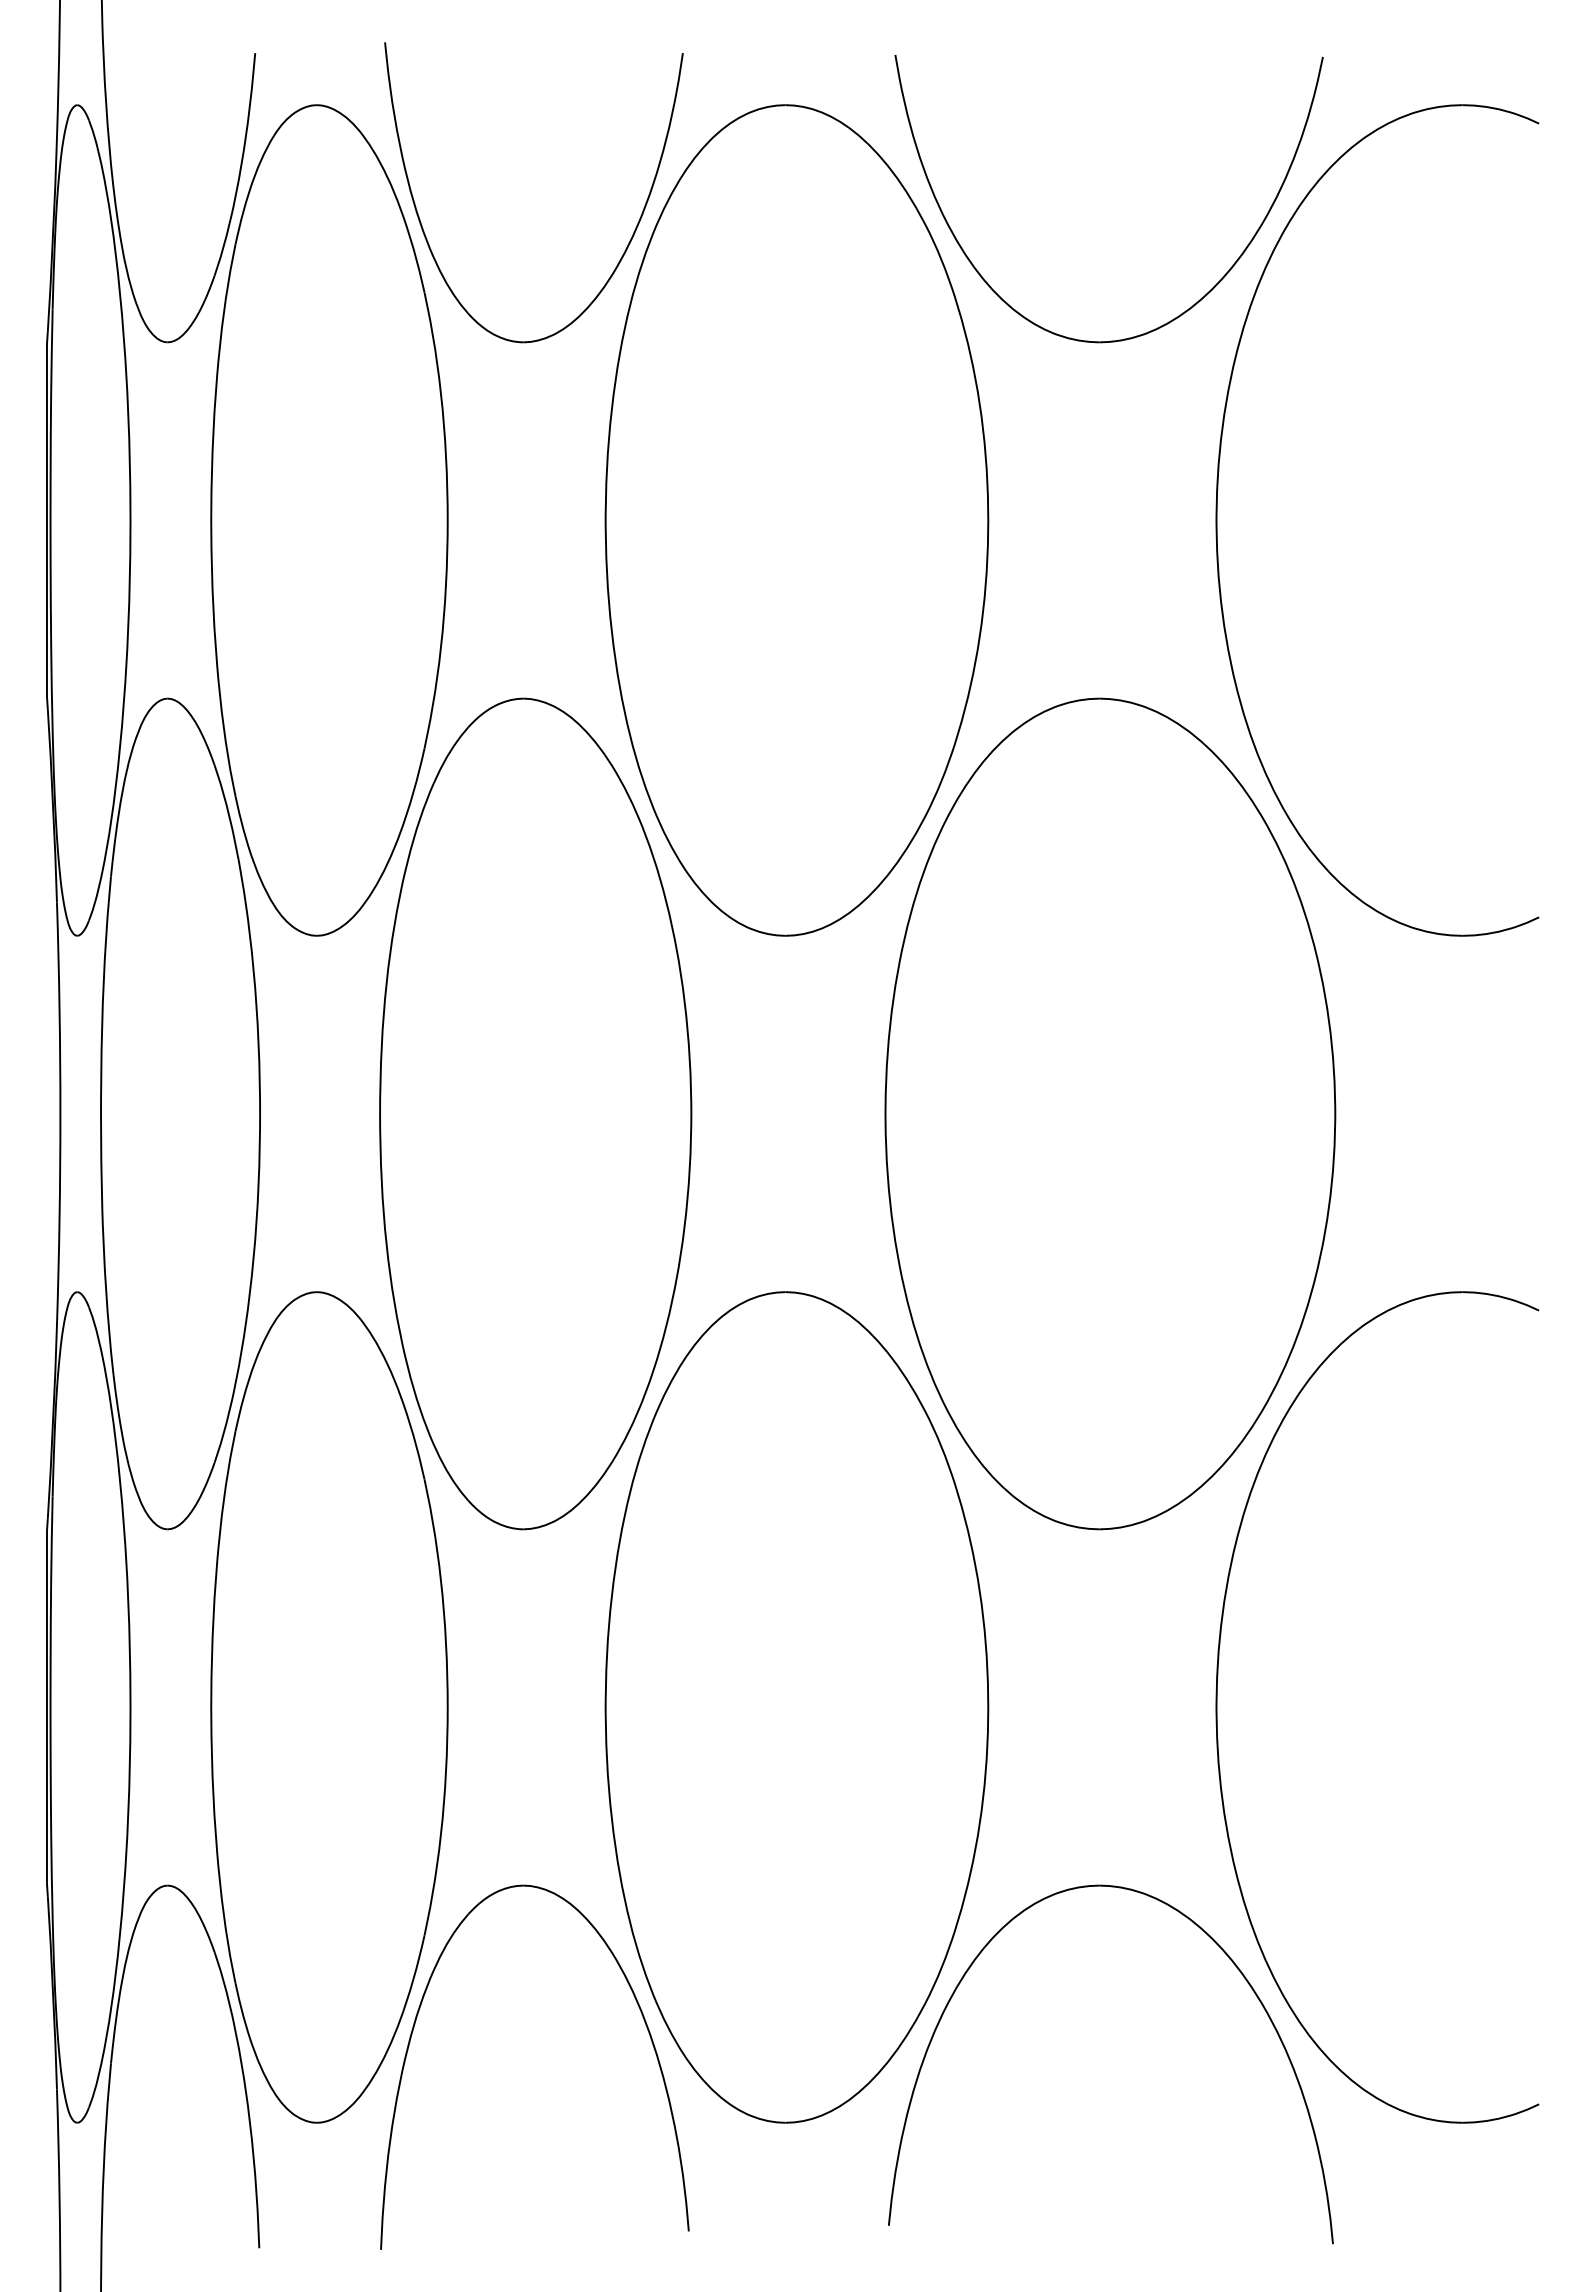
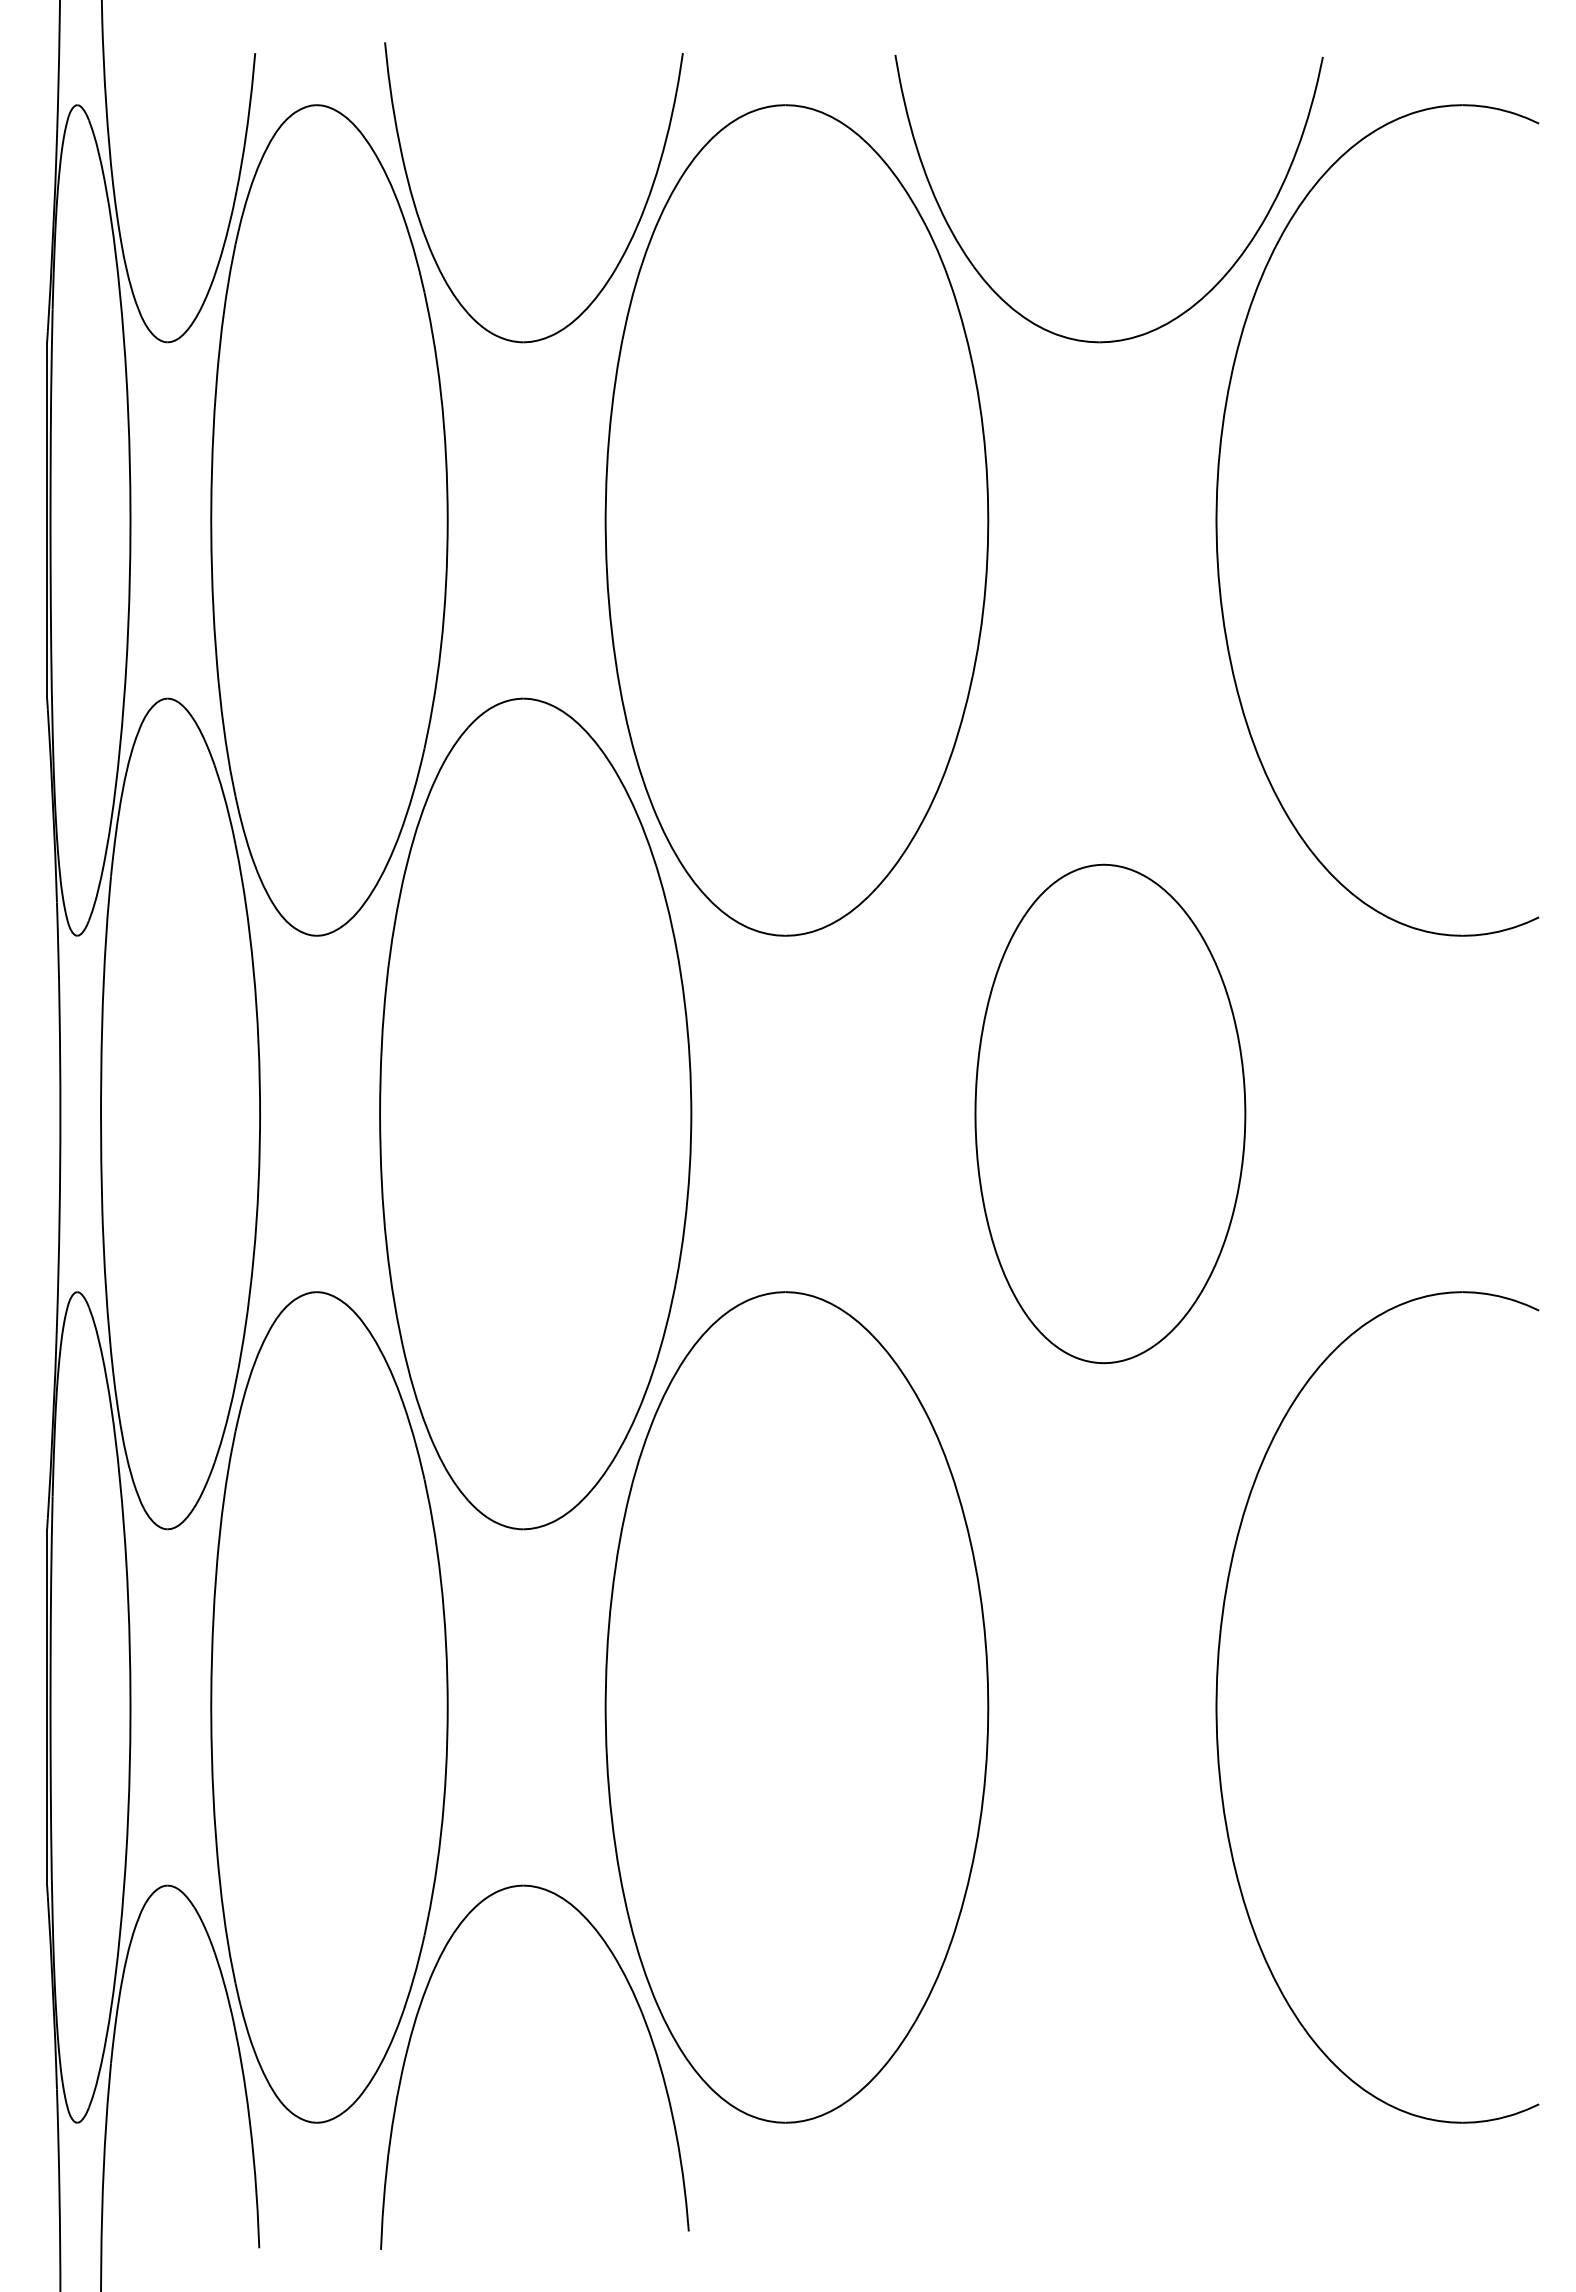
part at (1110, 1113) size: 453x834 px -> 273x502 px
part at (1233, 1964): present -> none
